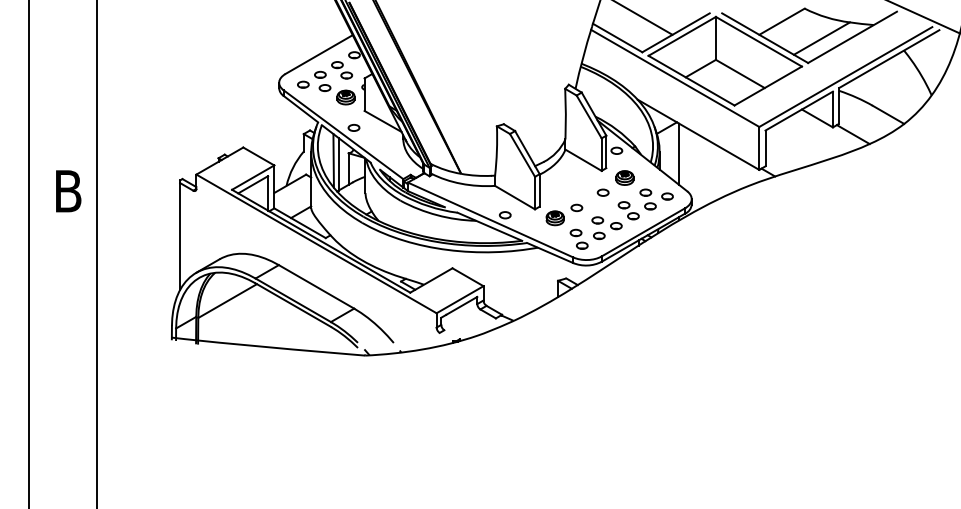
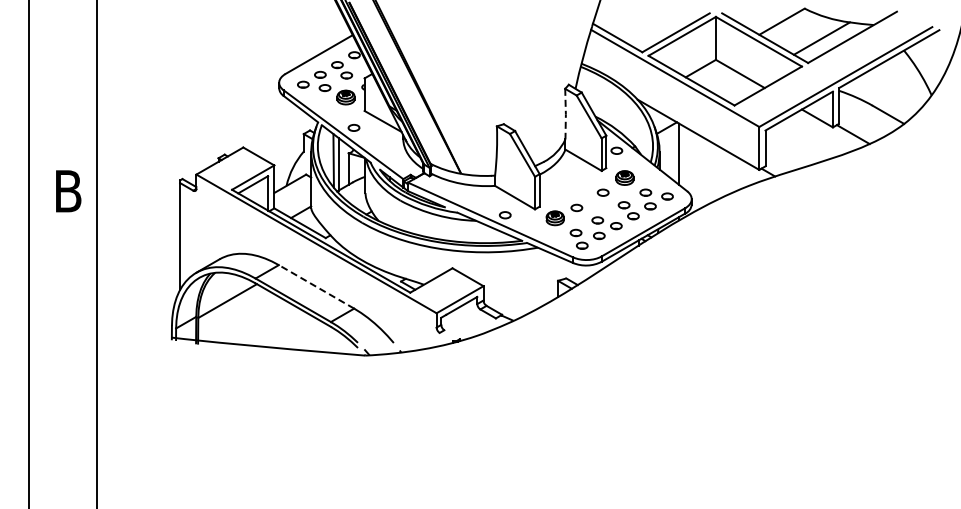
line at (923, 17): present -> none
line at (644, 18): present -> none
line at (565, 114): solid -> dashed
line at (316, 286): solid -> dashed
